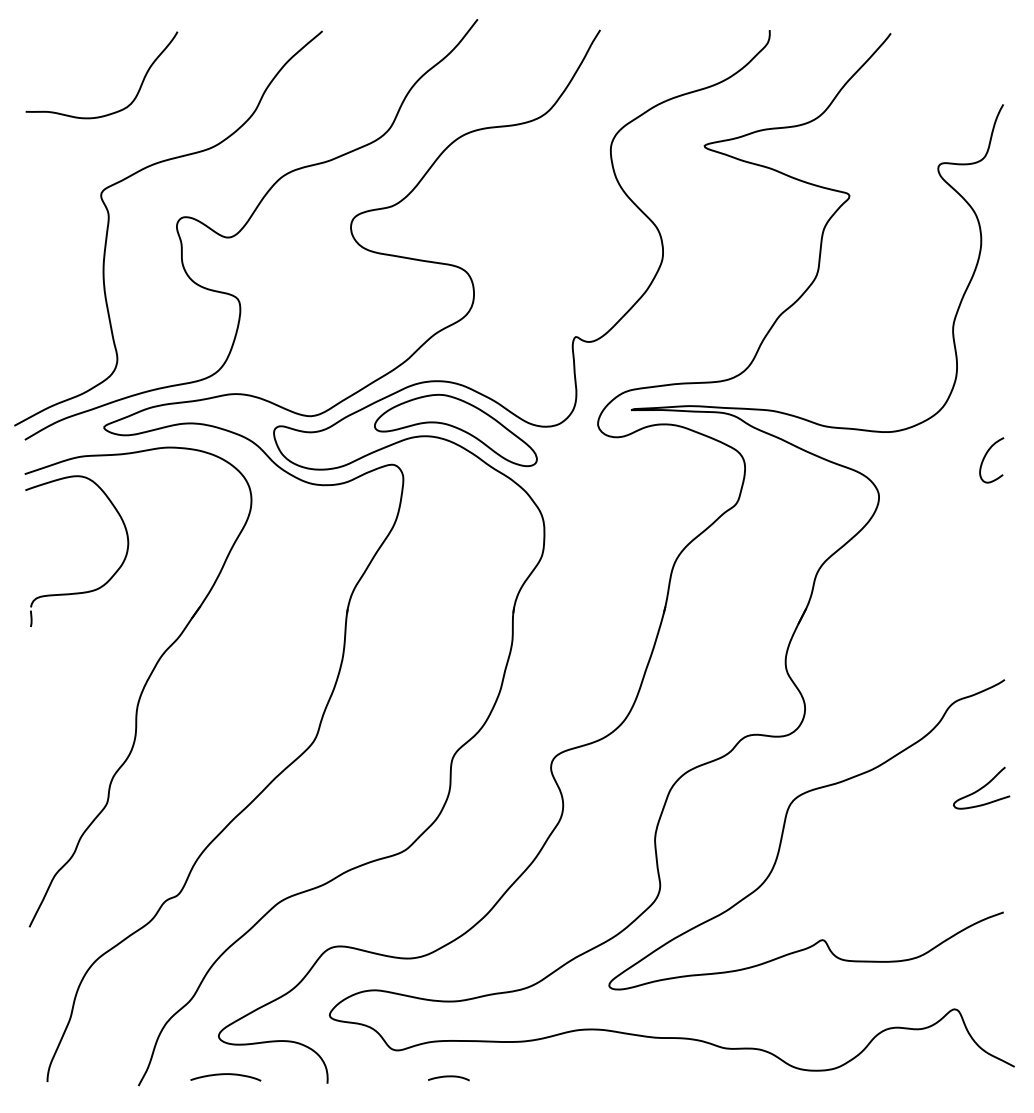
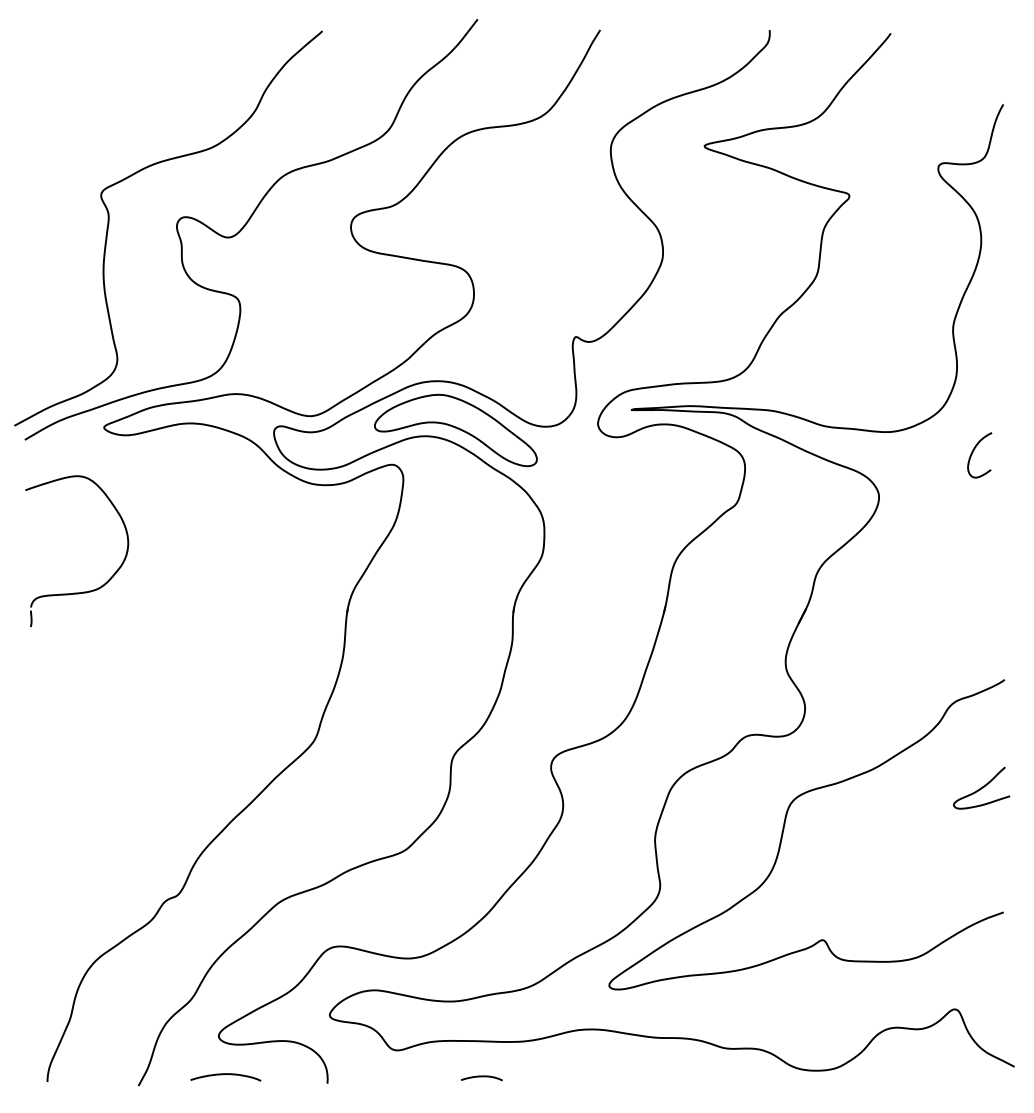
curve at (117, 110): present -> none
curve at (985, 457) position: (985, 457) -> (973, 452)
part at (138, 686): present -> none
curve at (448, 1077) position: (448, 1077) -> (481, 1077)
